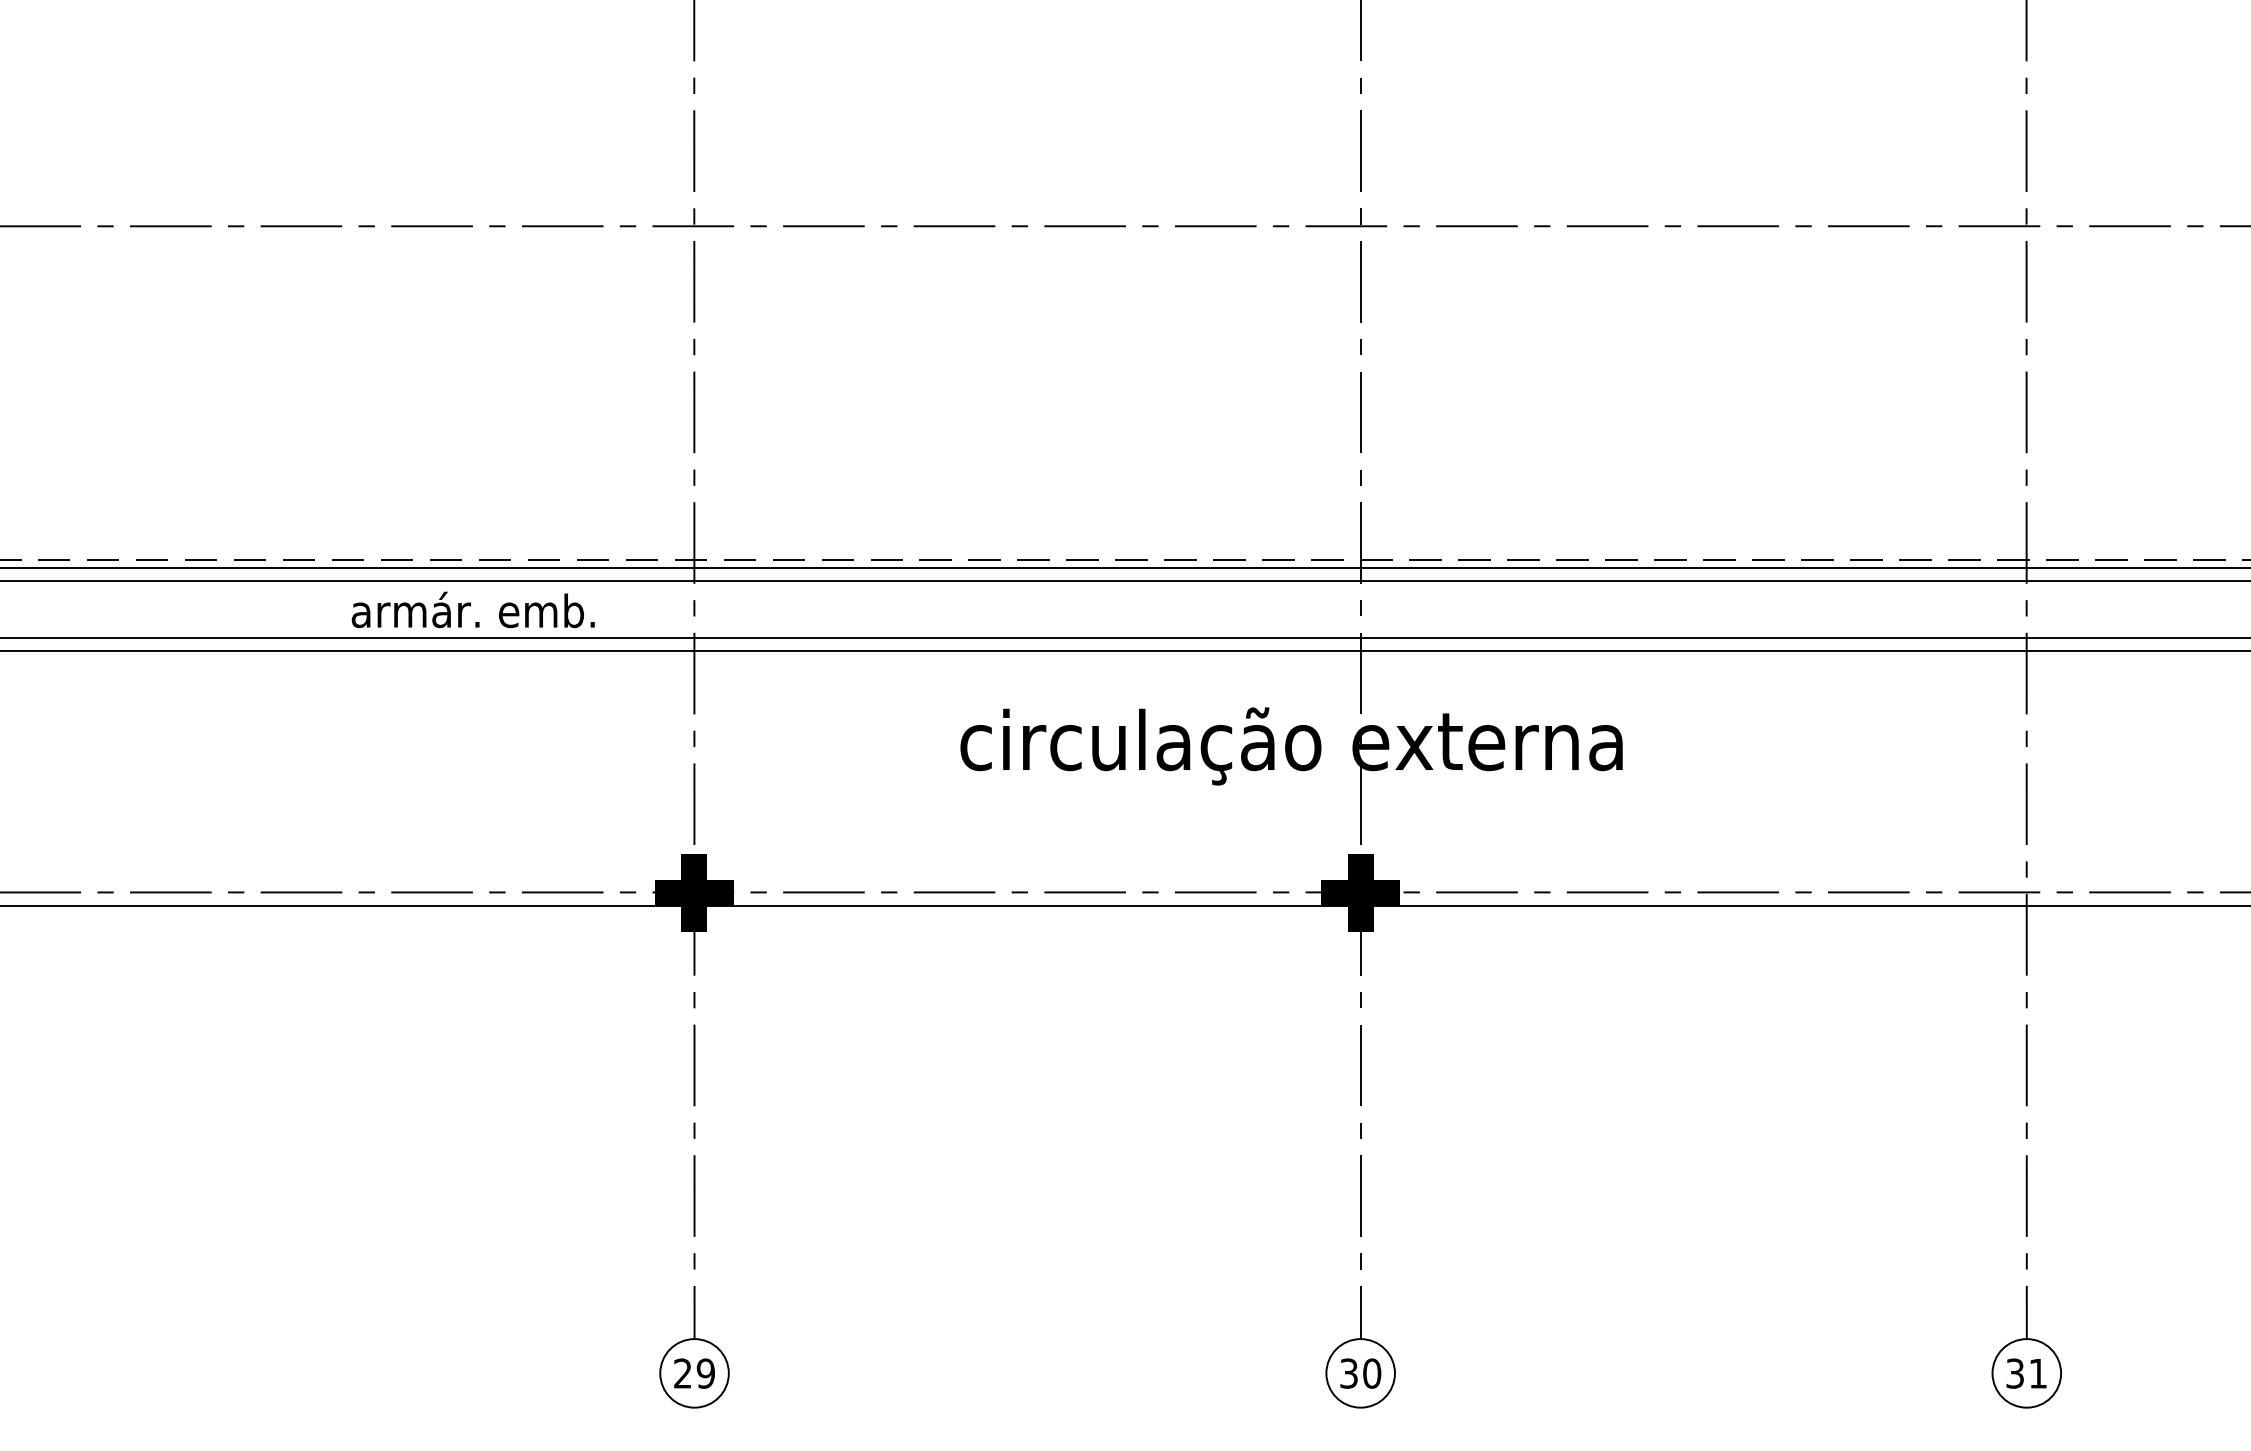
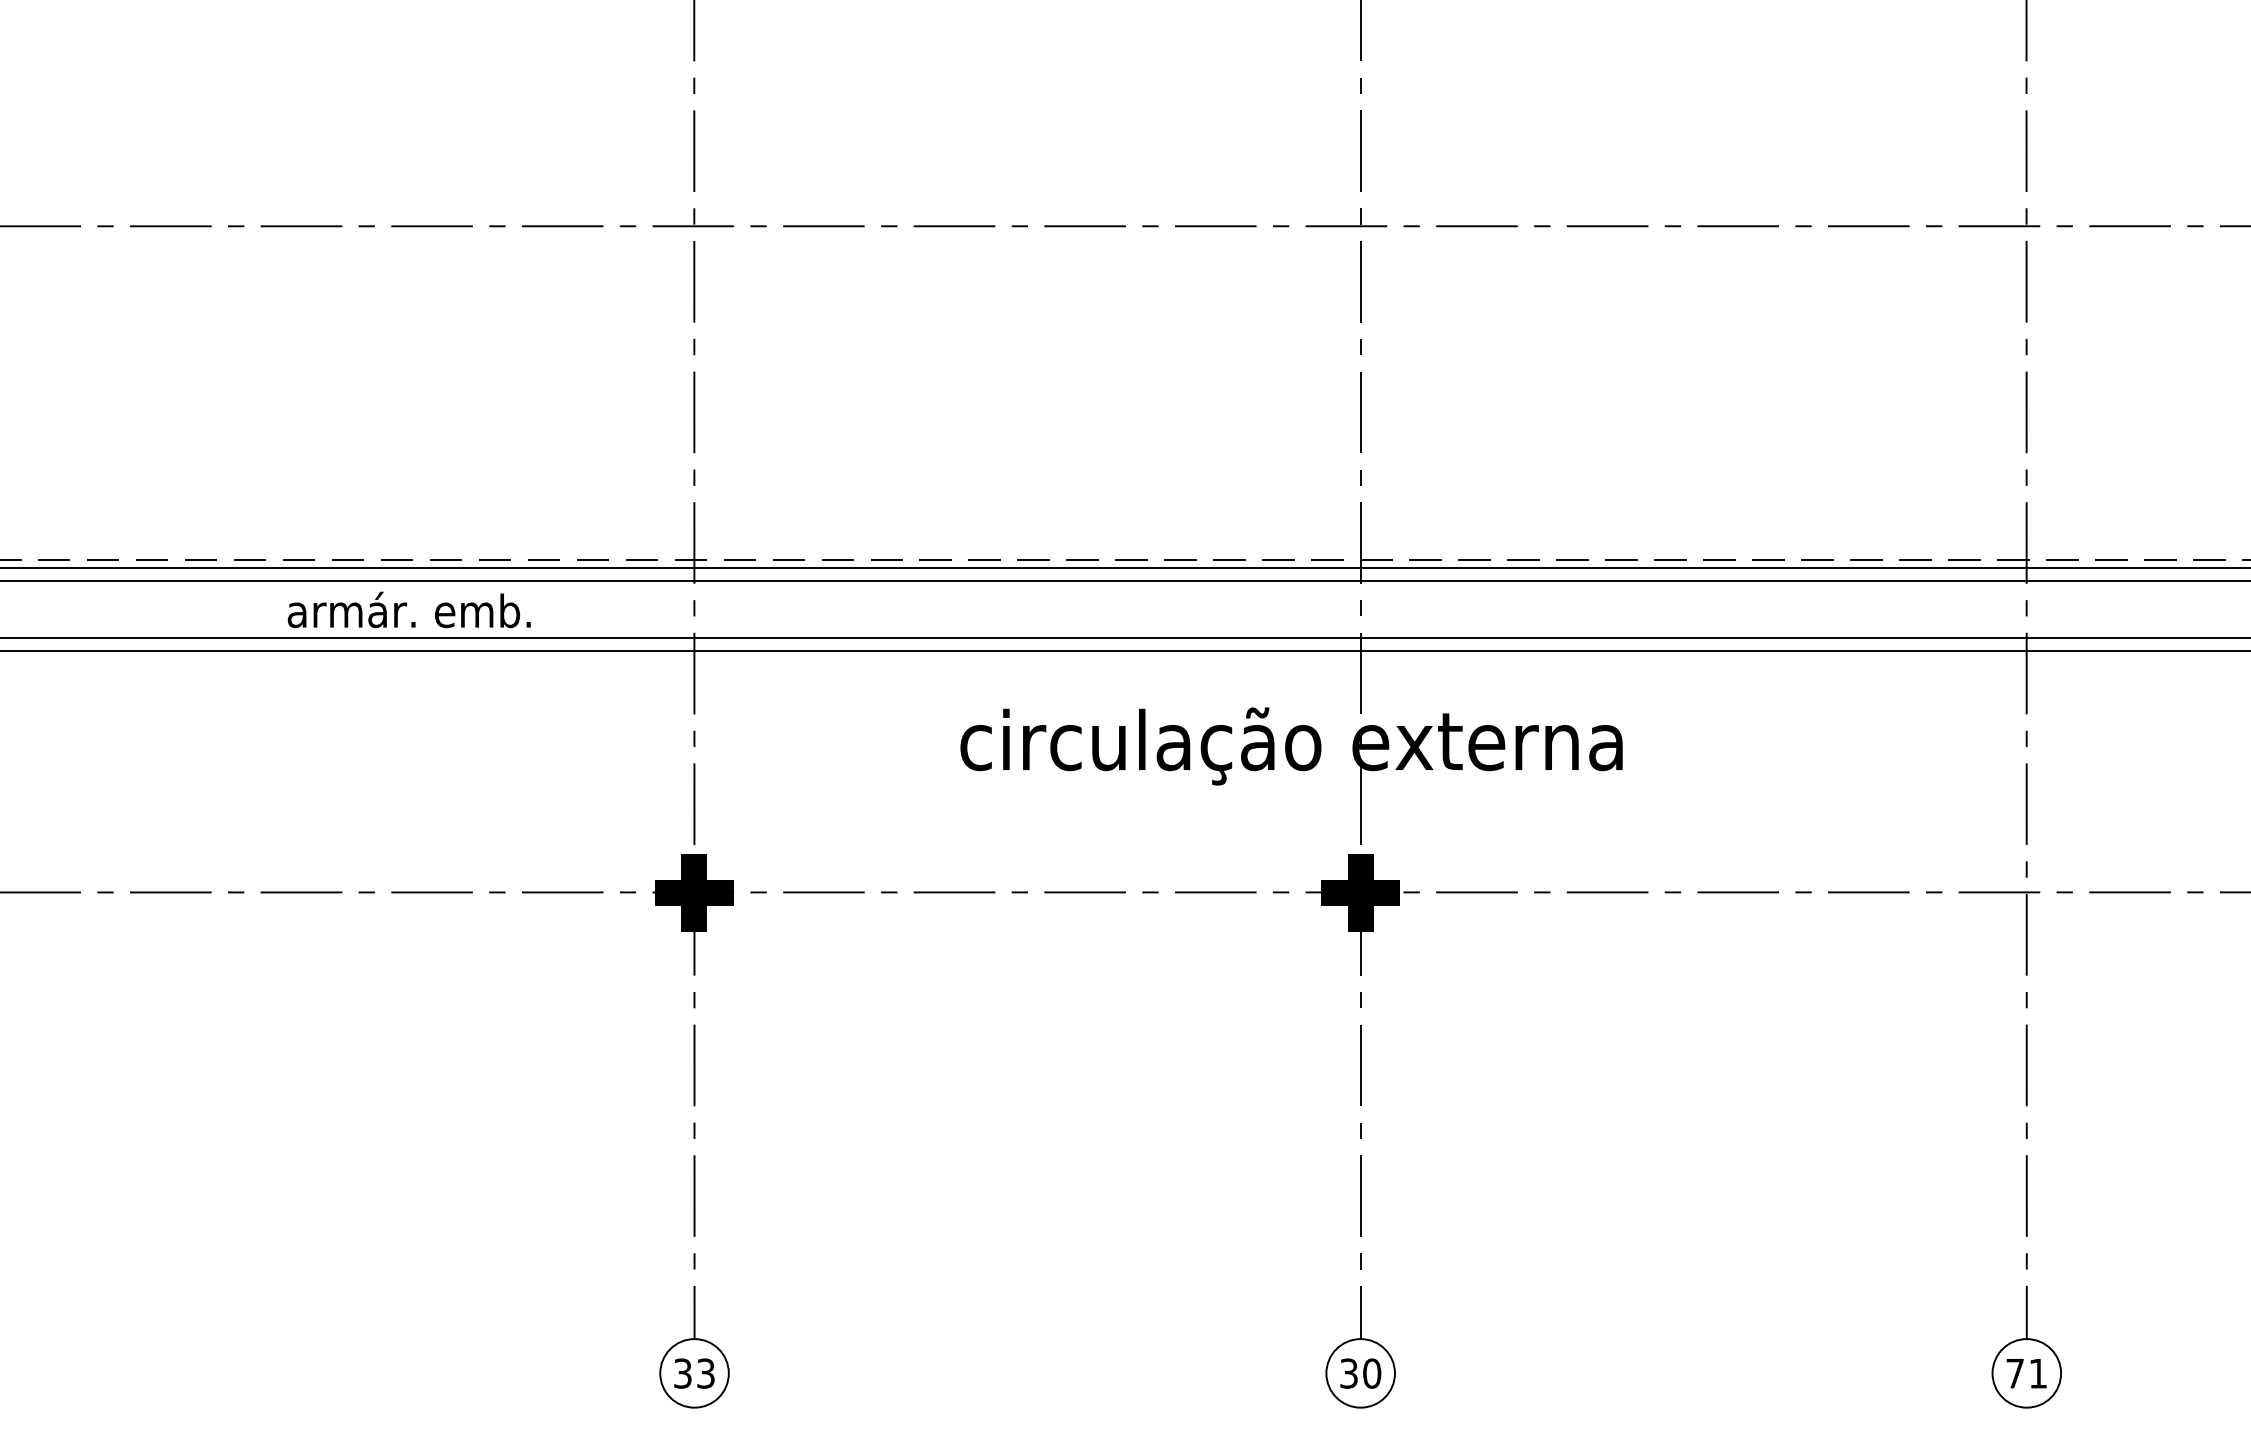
text at (472, 609) position: (472, 609) -> (408, 609)
line at (1124, 905): present -> none
text at (694, 1373): 29 -> 33
text at (2014, 1373): 31 -> 71
